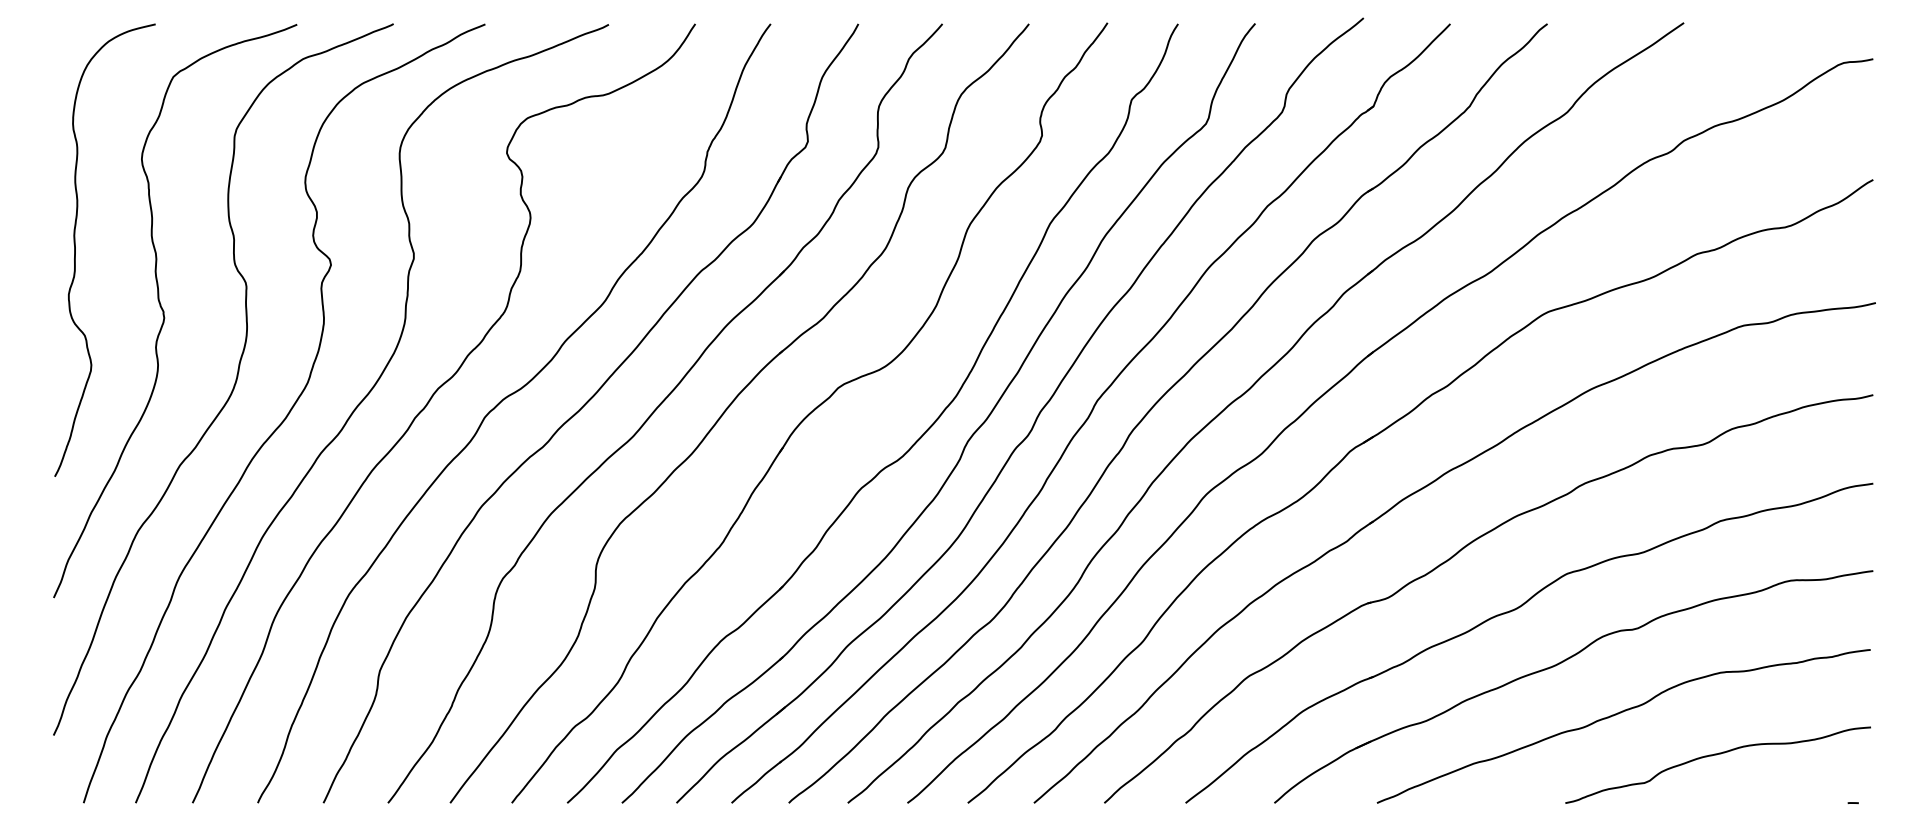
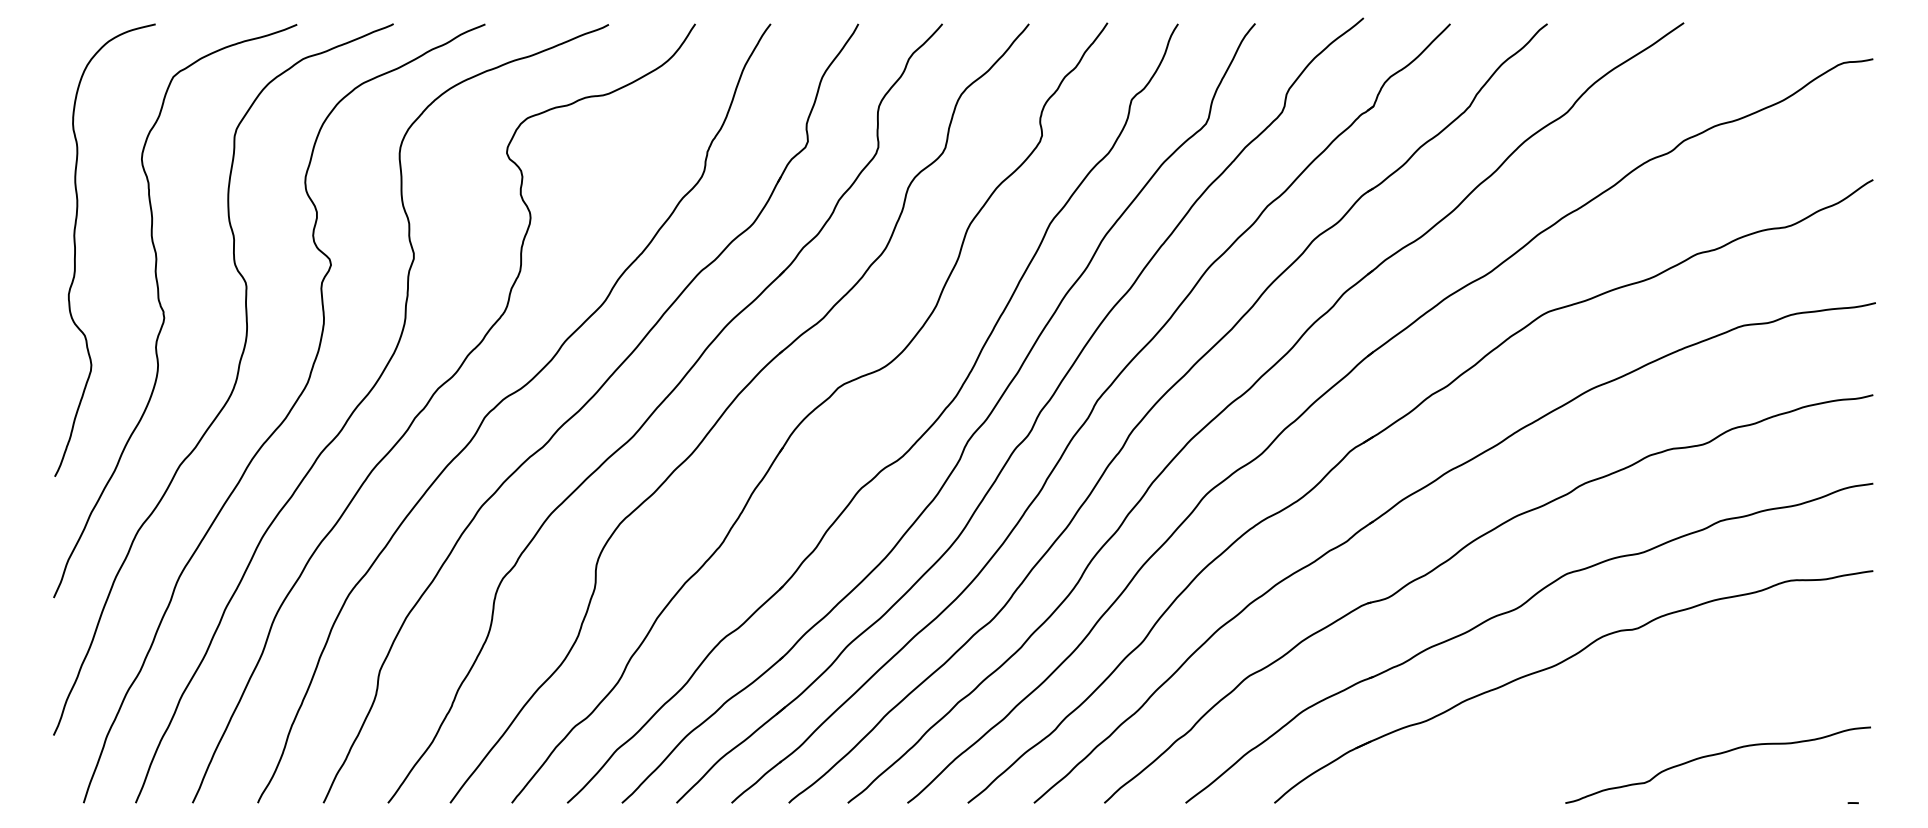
curve at (1618, 714): present -> none
